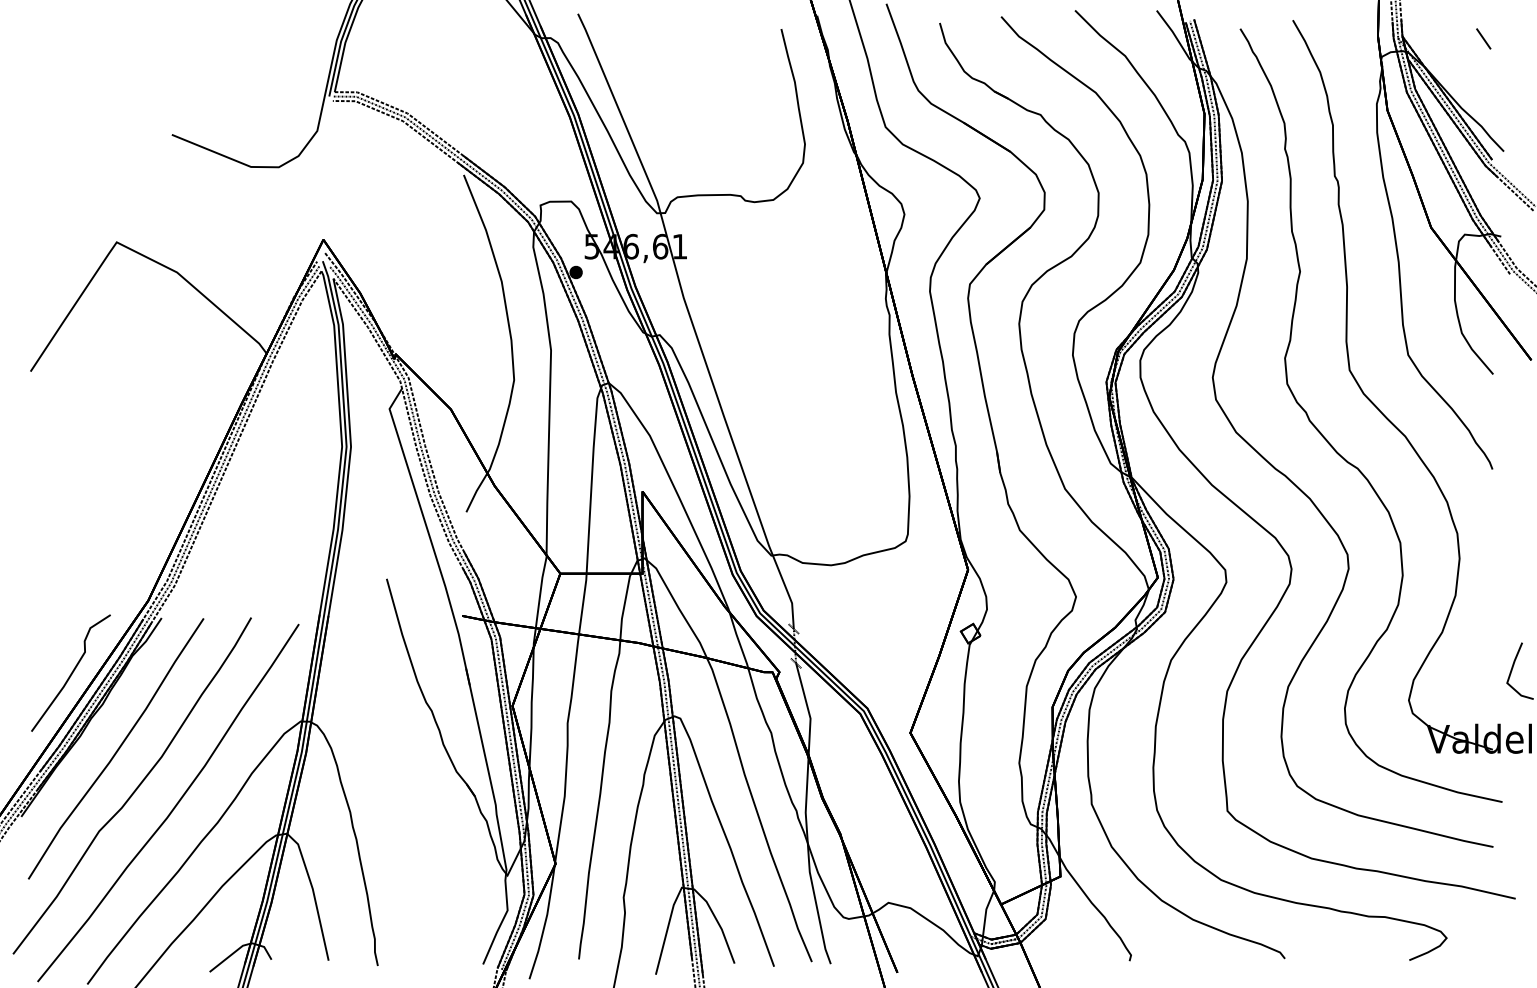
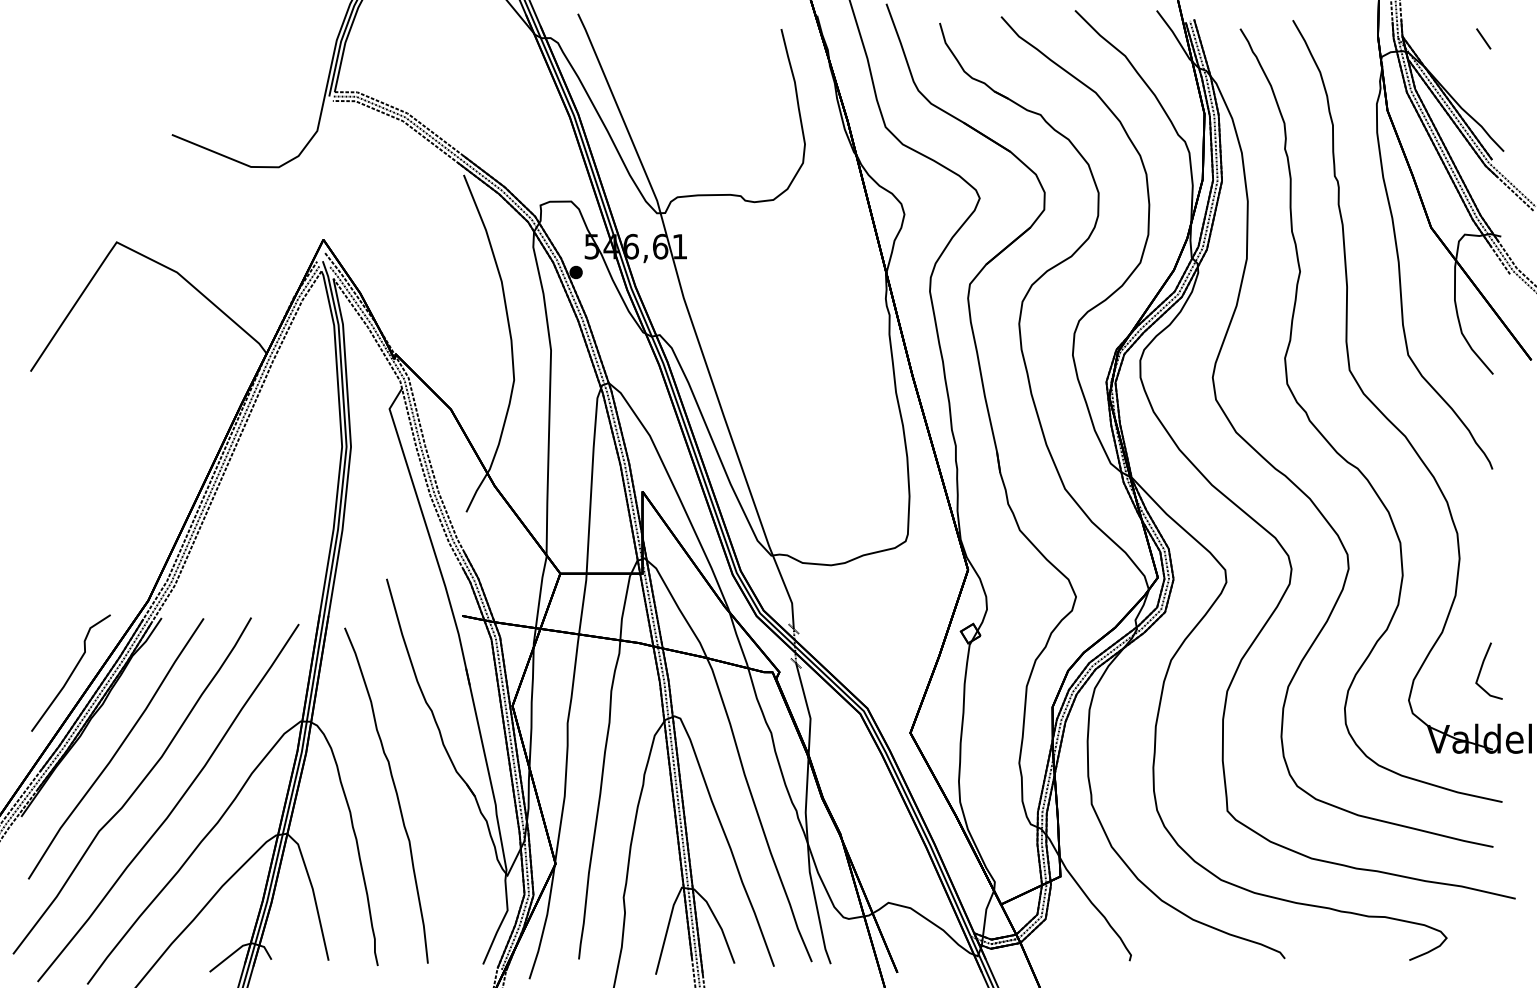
line at (1513, 668) position: (1513, 668) -> (1482, 668)
curve at (395, 793): none -> present
